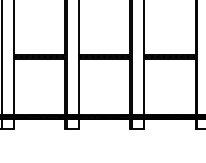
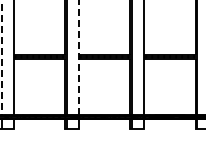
line at (78, 57): solid -> dashed
line at (1, 58): solid -> dashed
